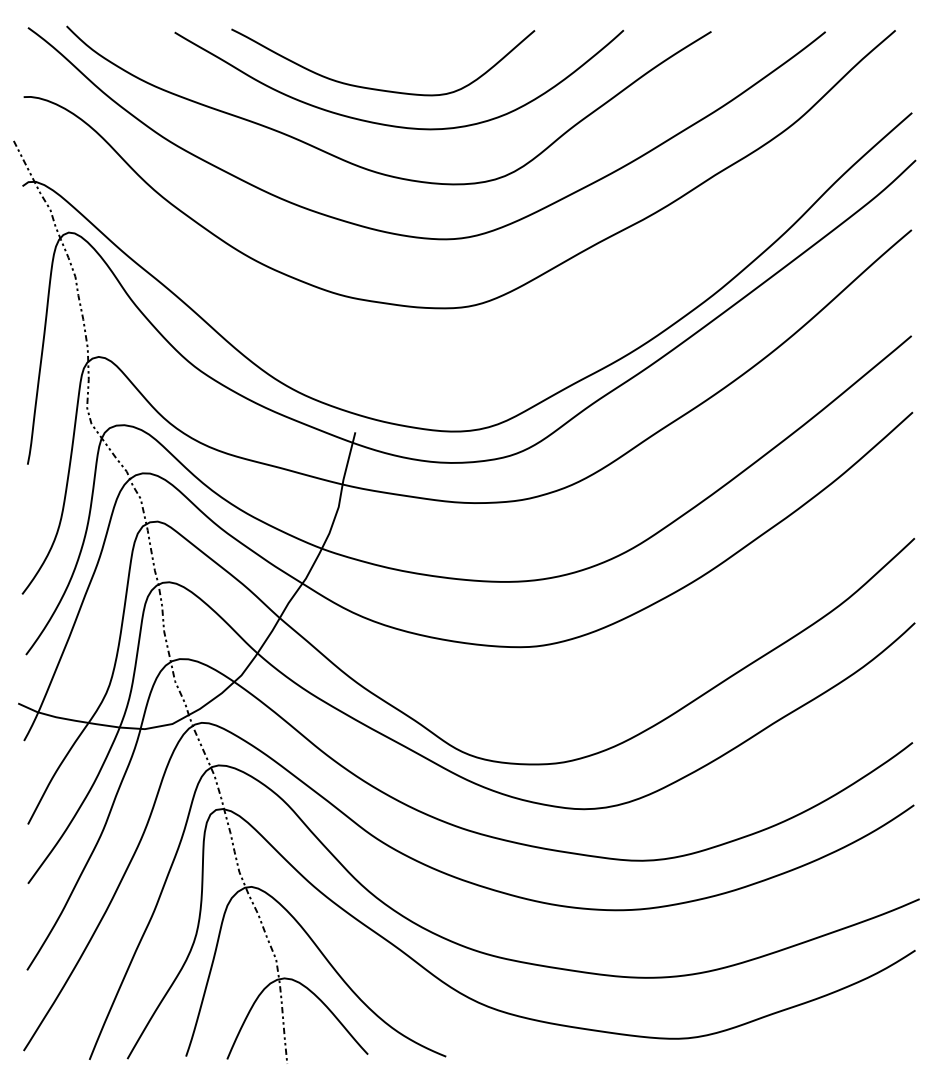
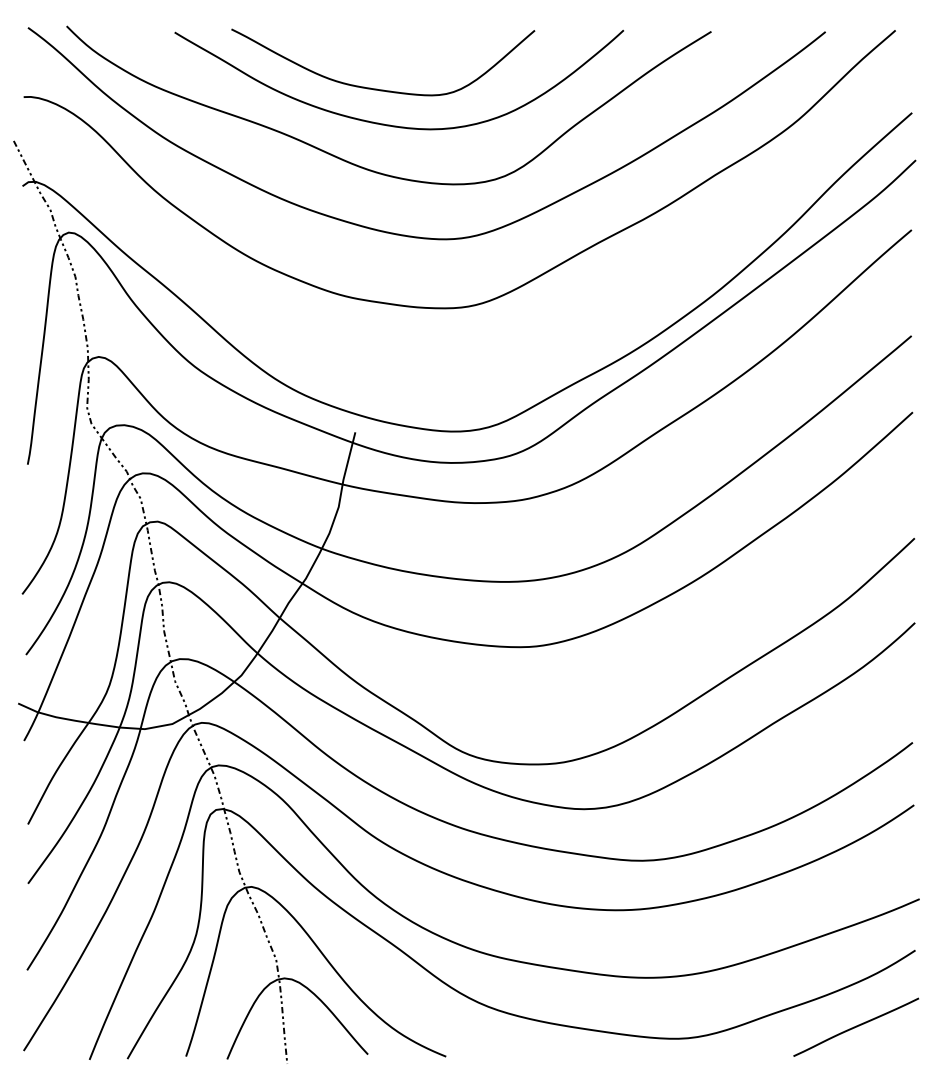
curve at (856, 1026): none -> present
